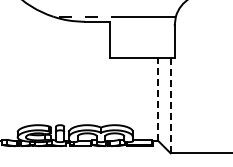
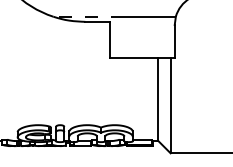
line at (158, 99): dashed -> solid
line at (170, 105): dashed -> solid
